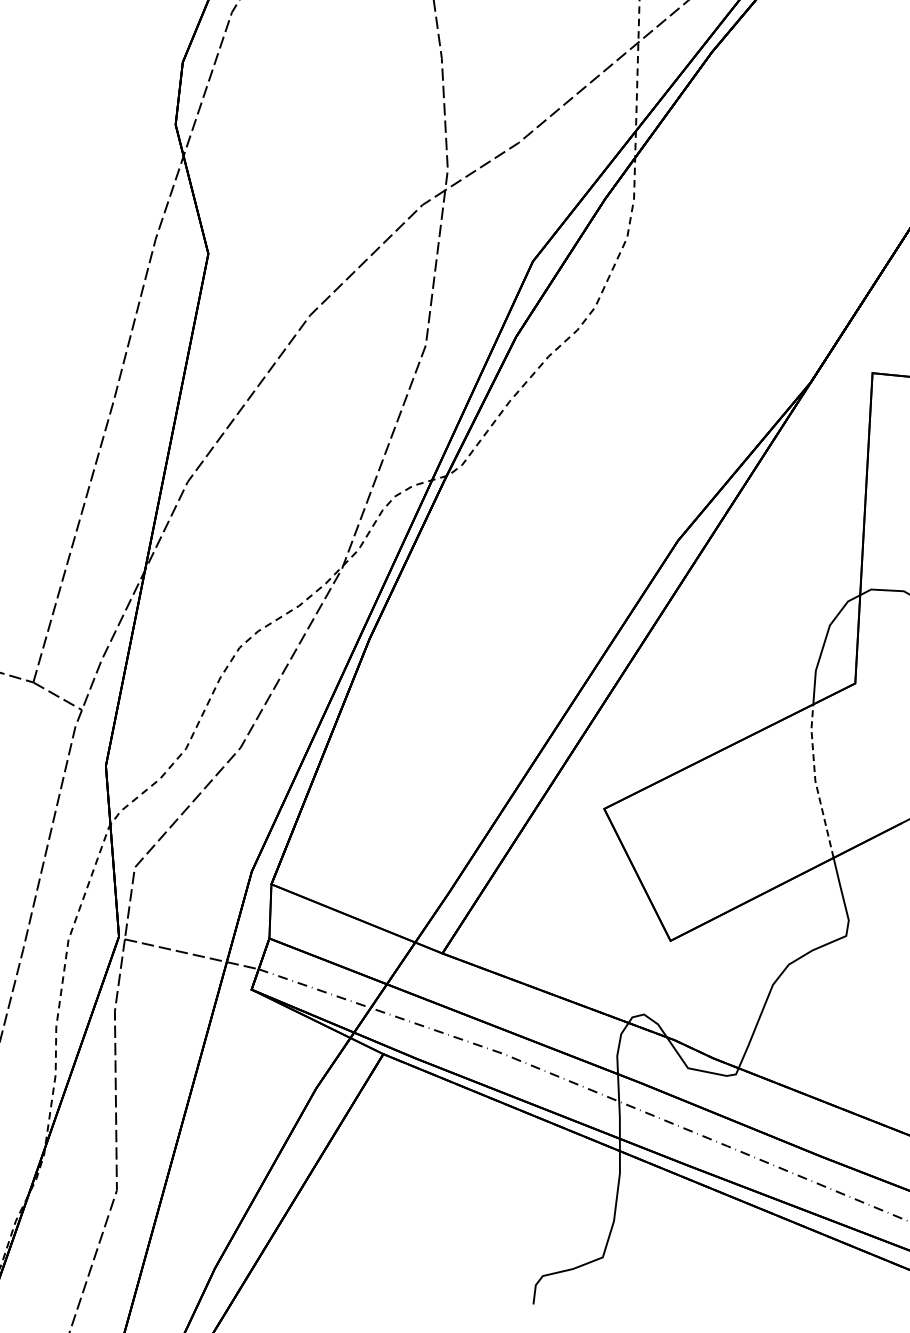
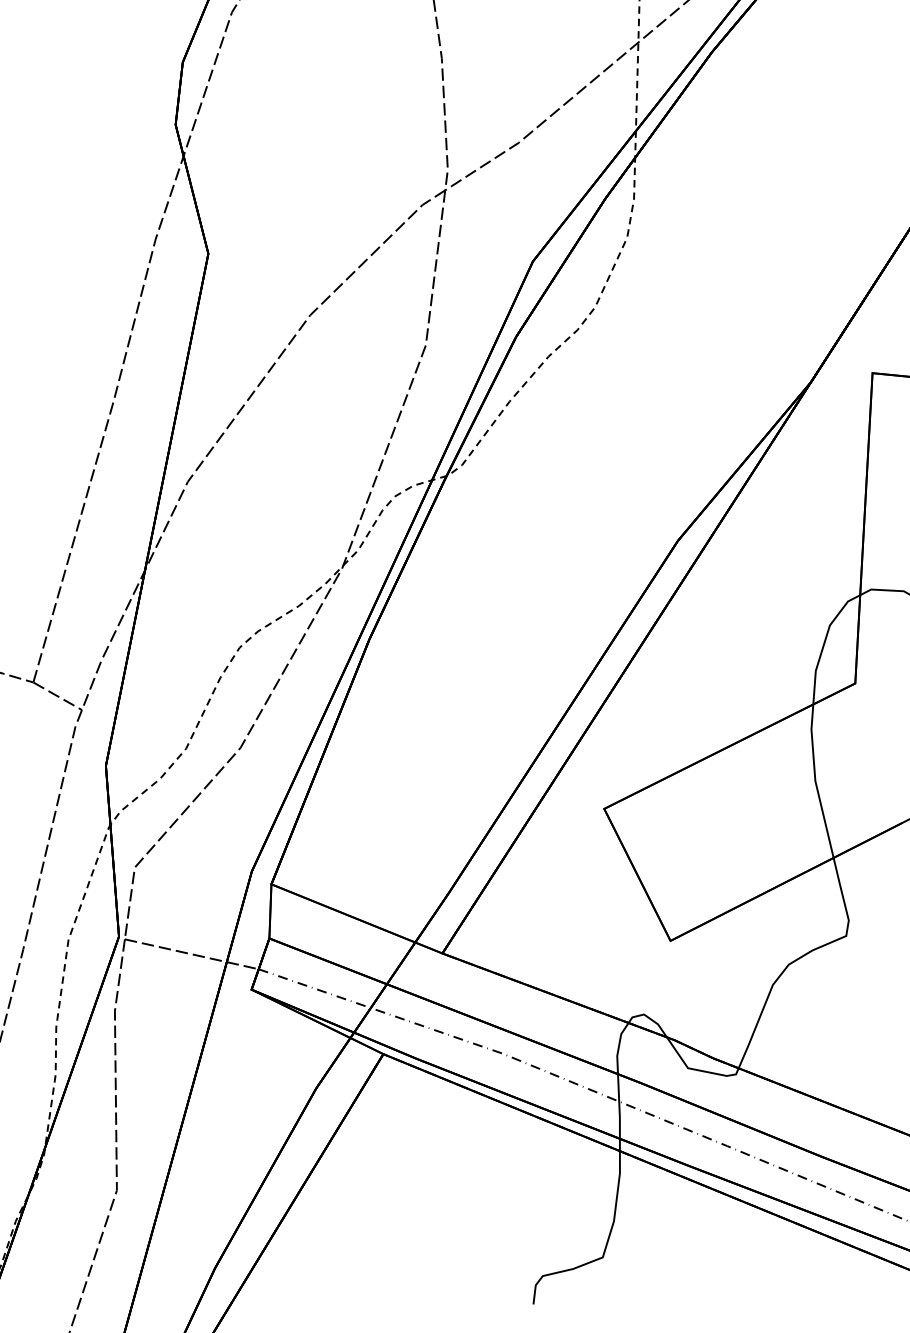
line at (815, 781): dashed -> solid
